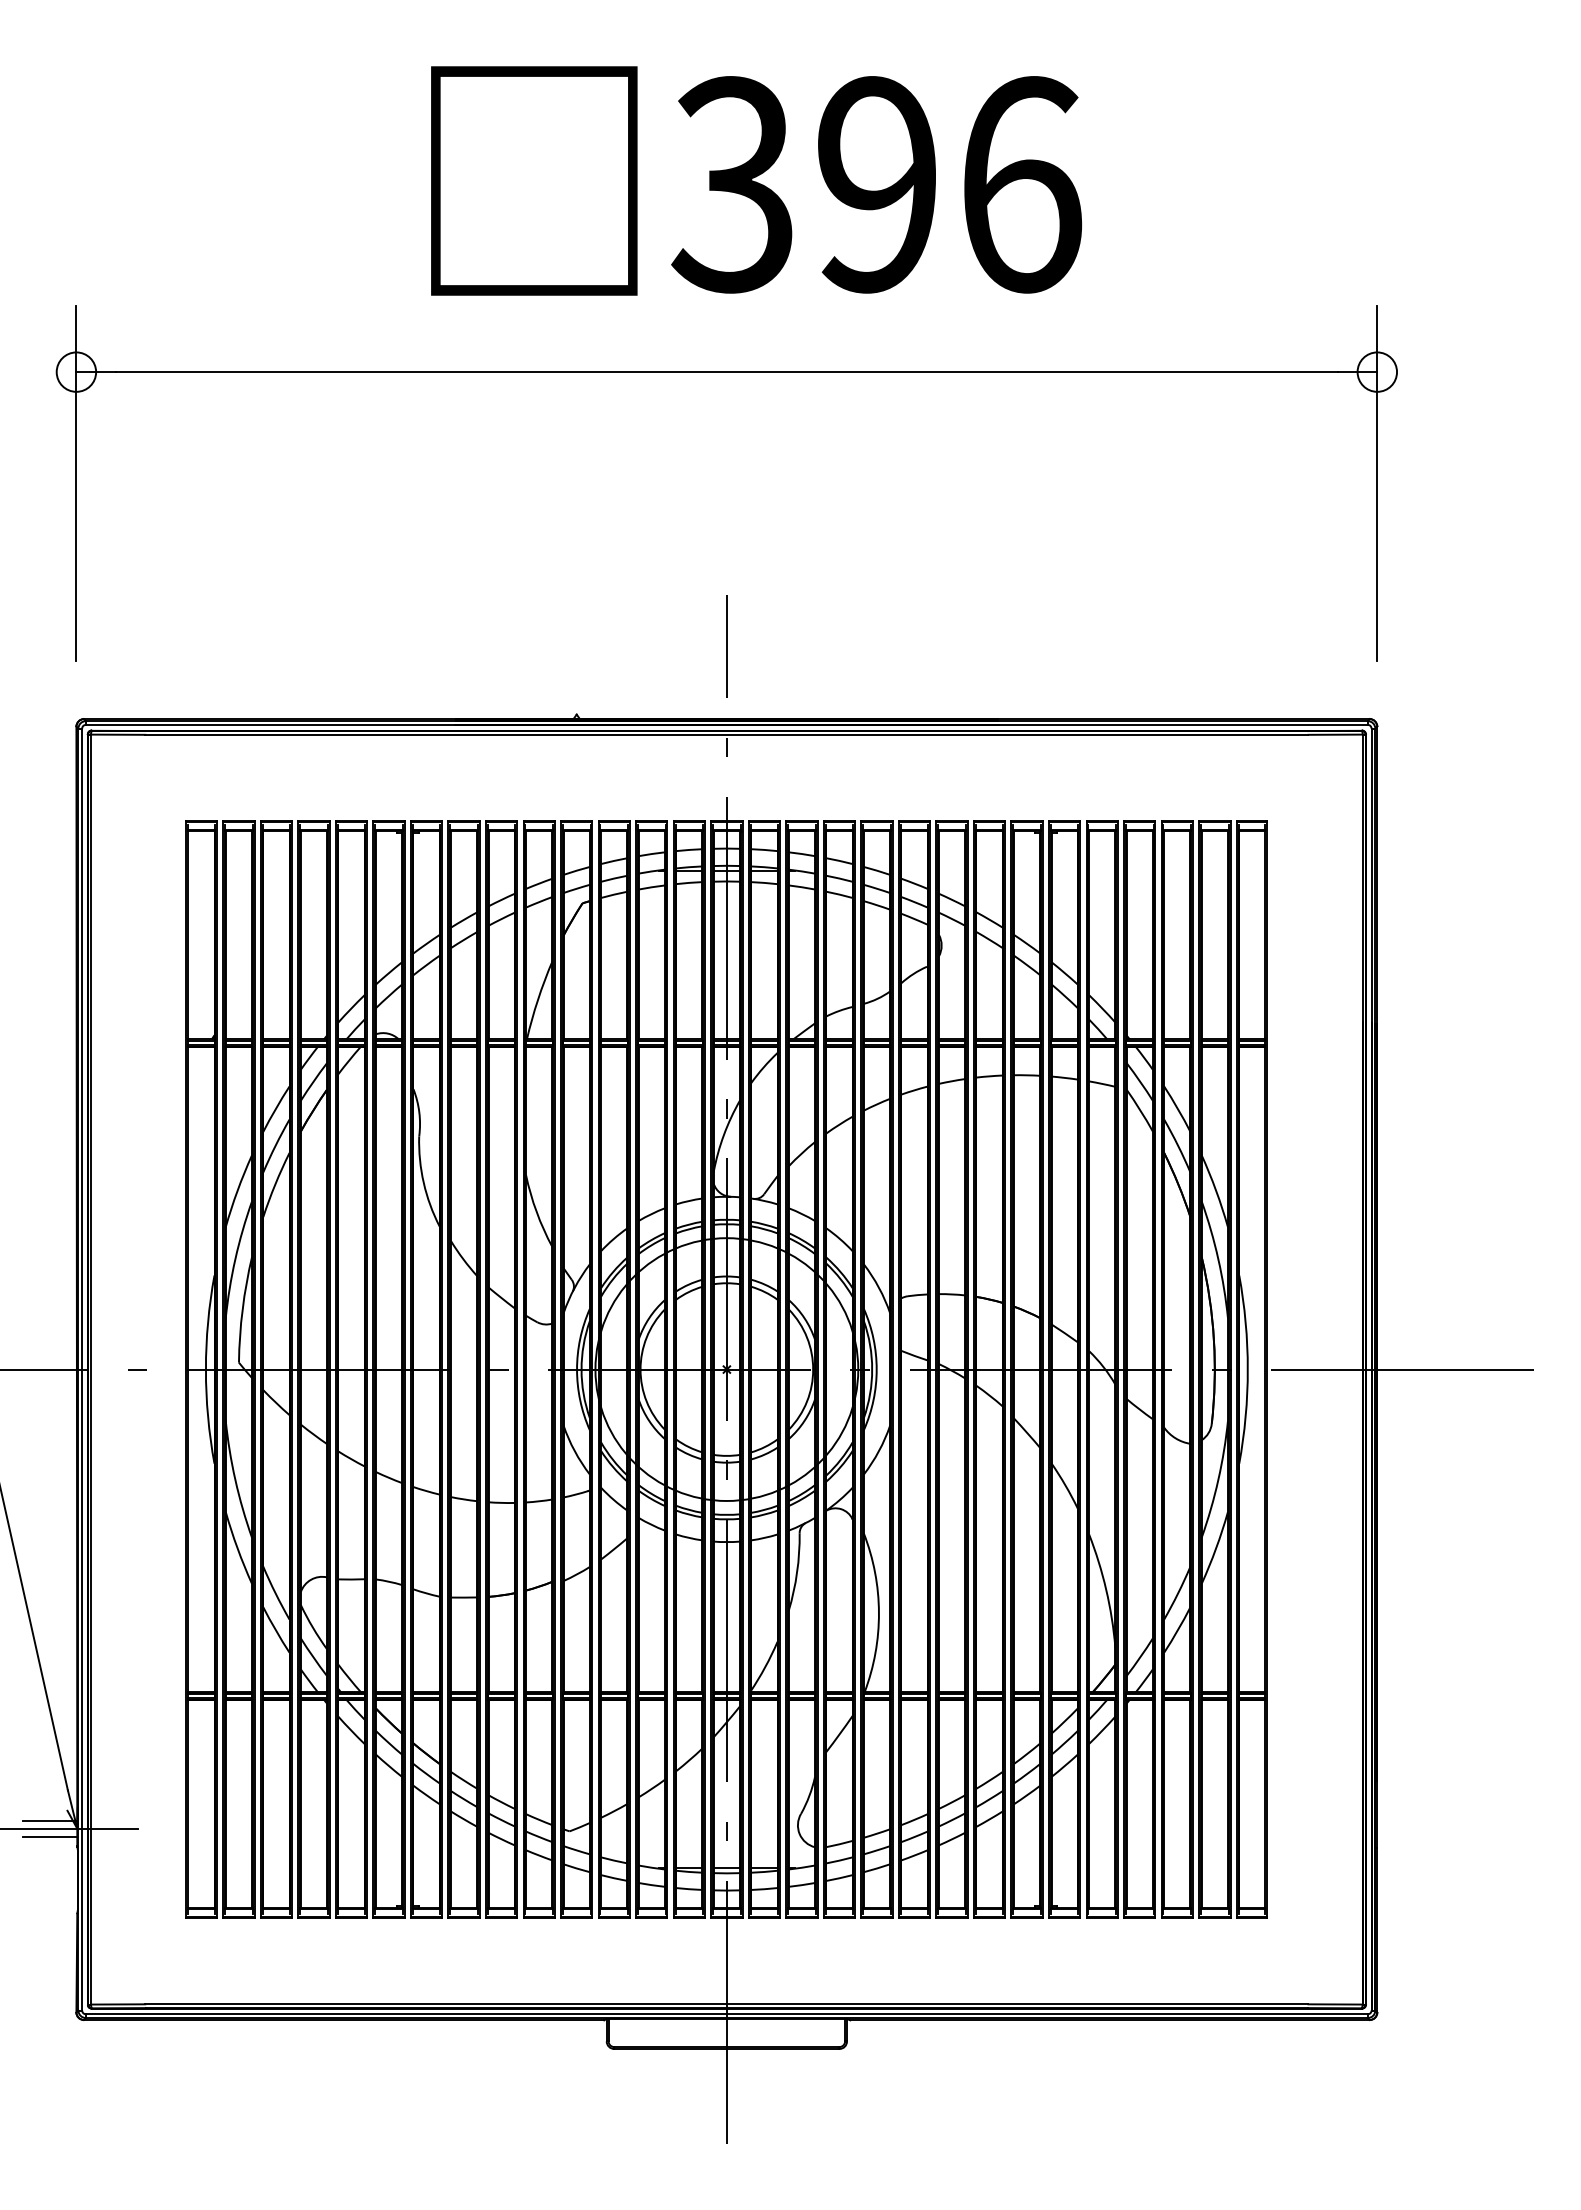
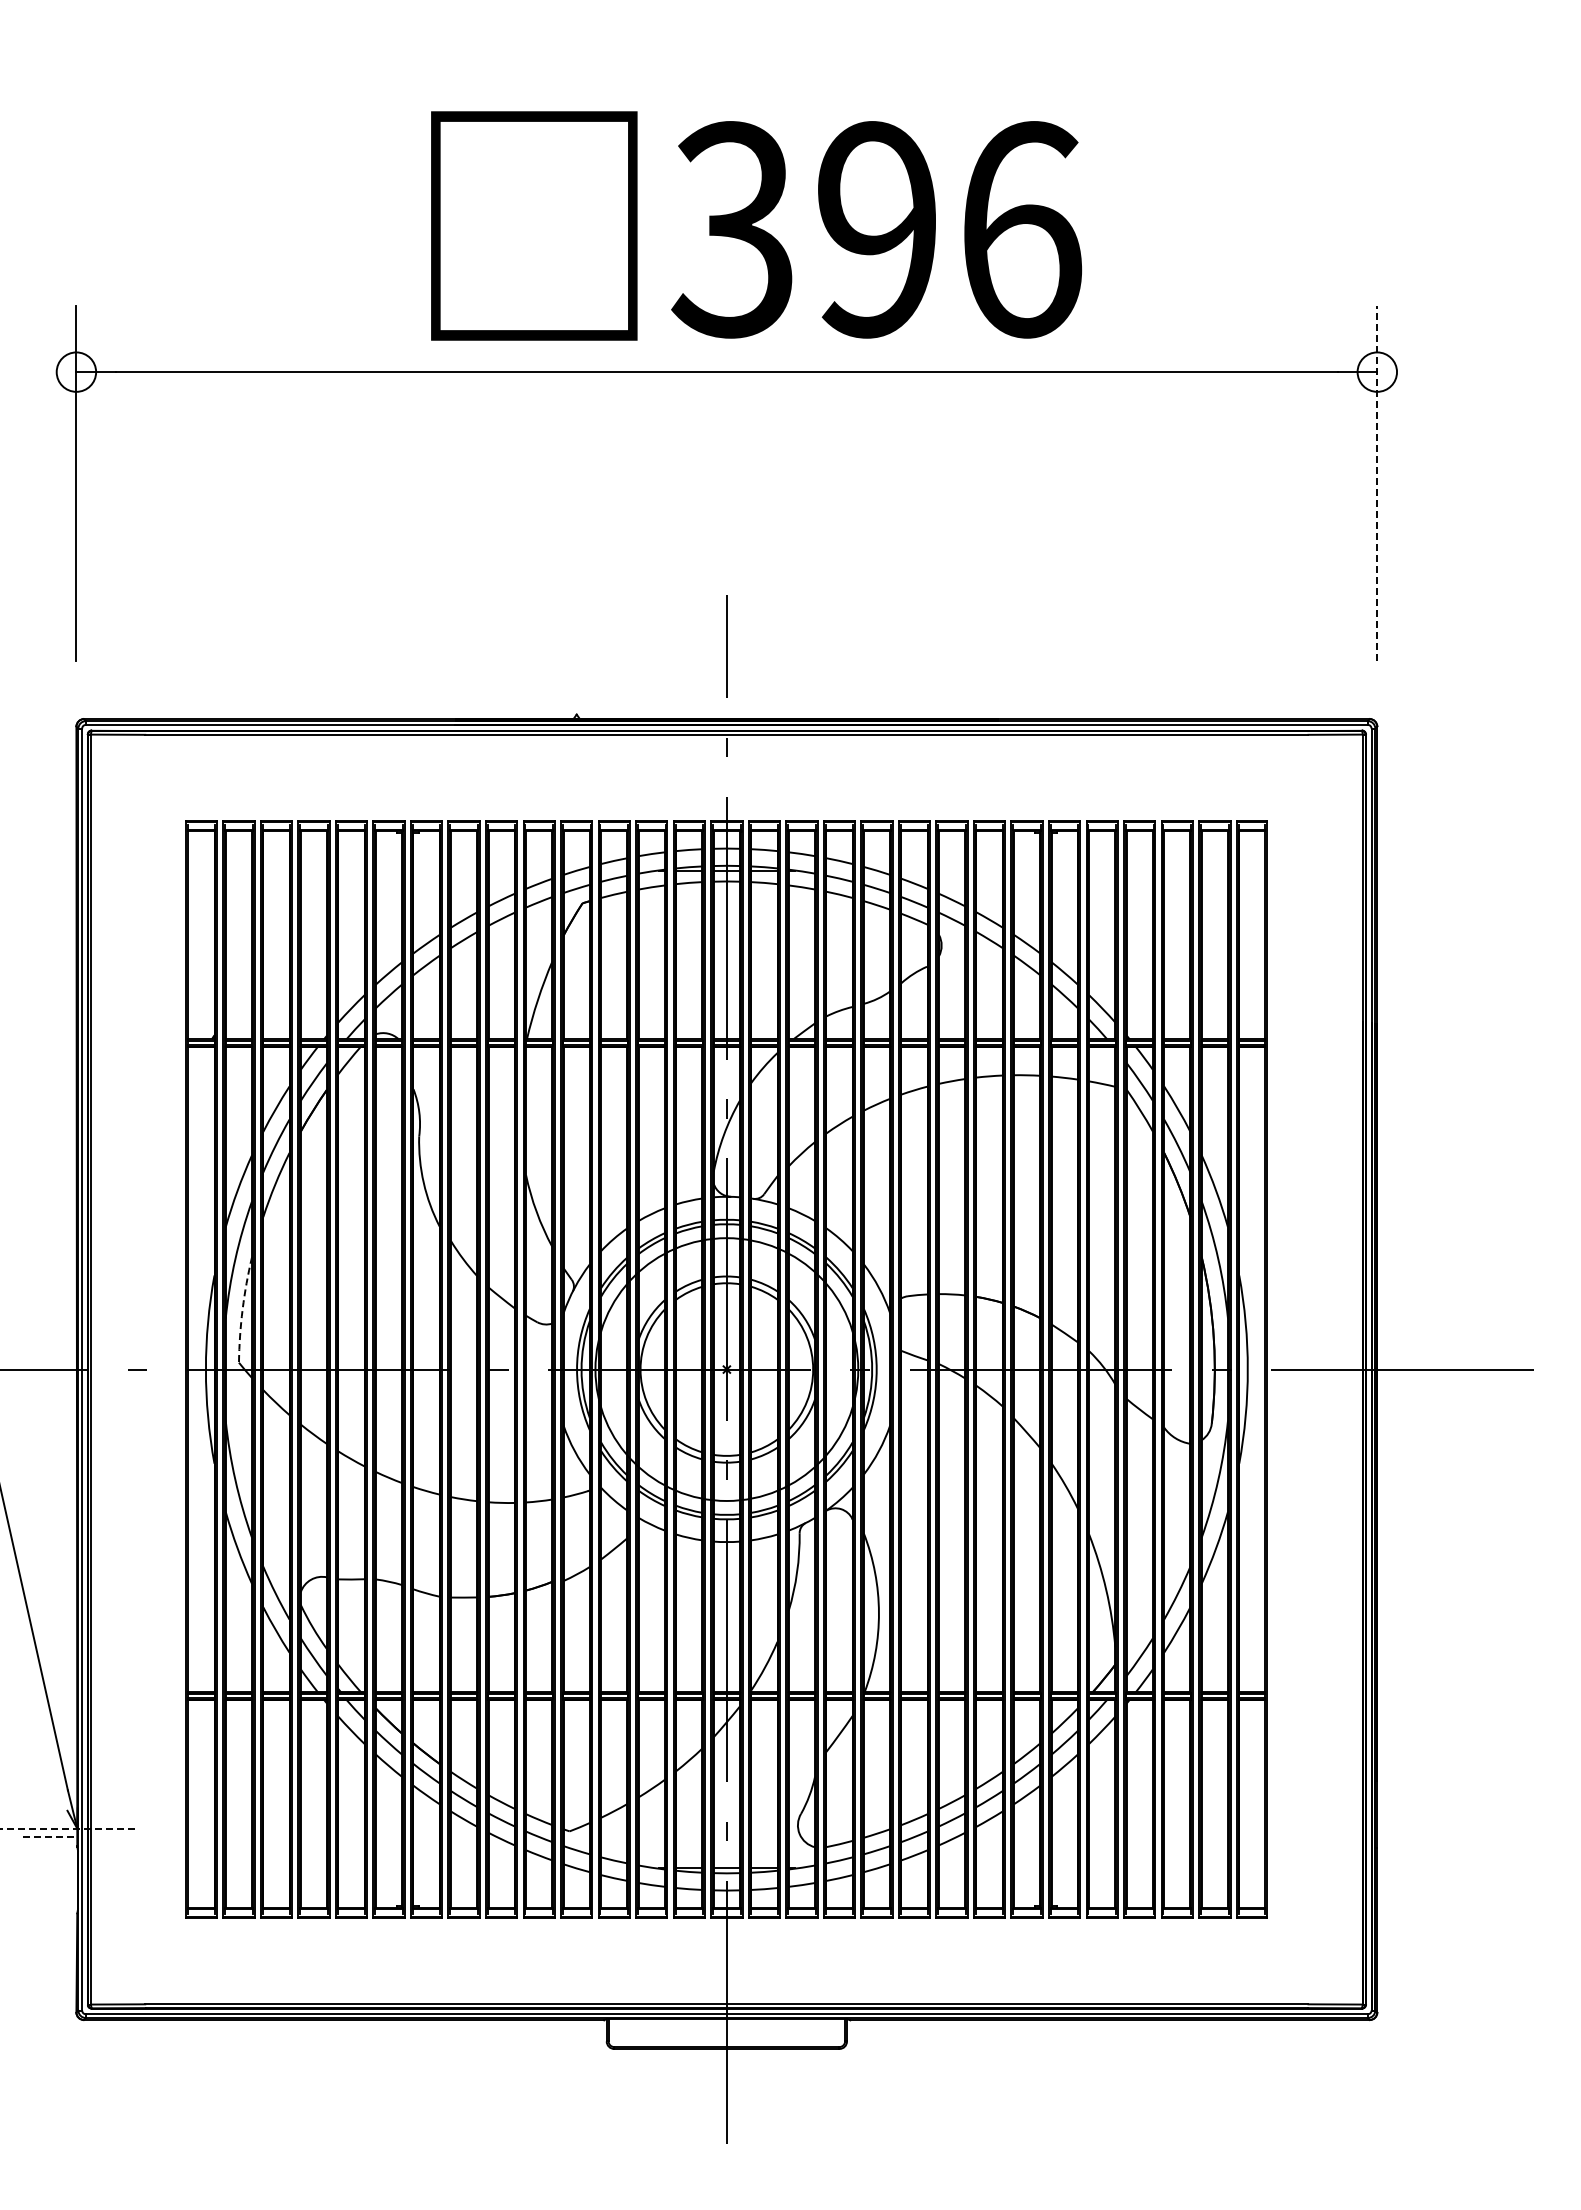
text at (756, 180) position: (756, 180) -> (756, 225)
line at (1377, 483): solid -> dashed
arc at (242, 1309): solid -> dashed
line at (49, 1821): present -> none
line at (69, 1828): solid -> dashed
line at (50, 1837): solid -> dashed
